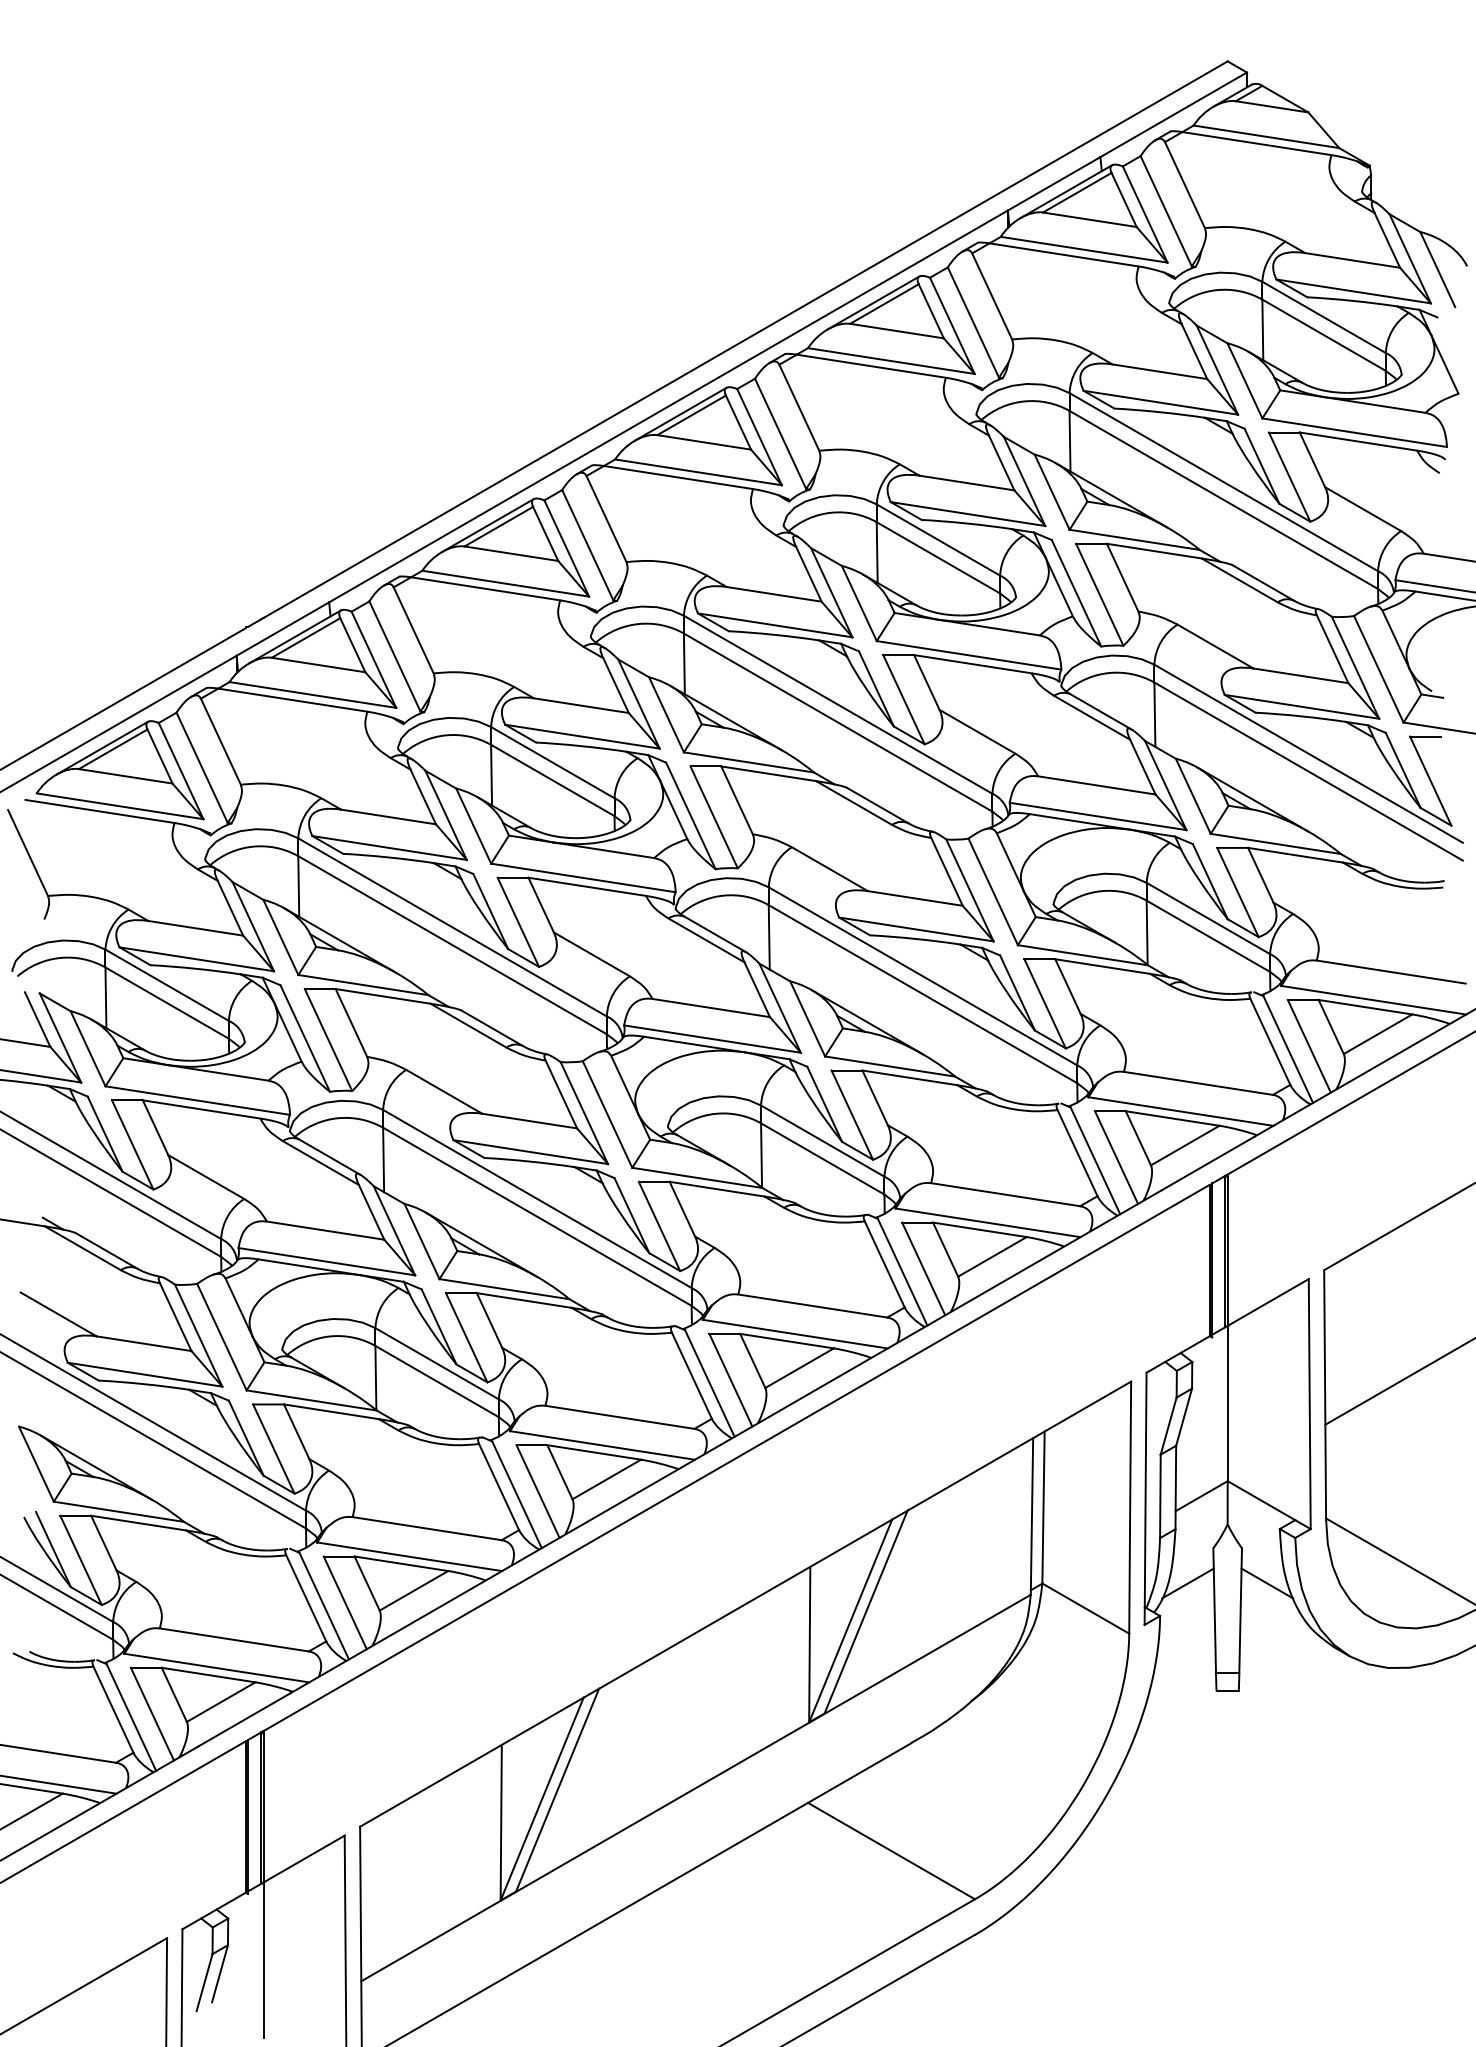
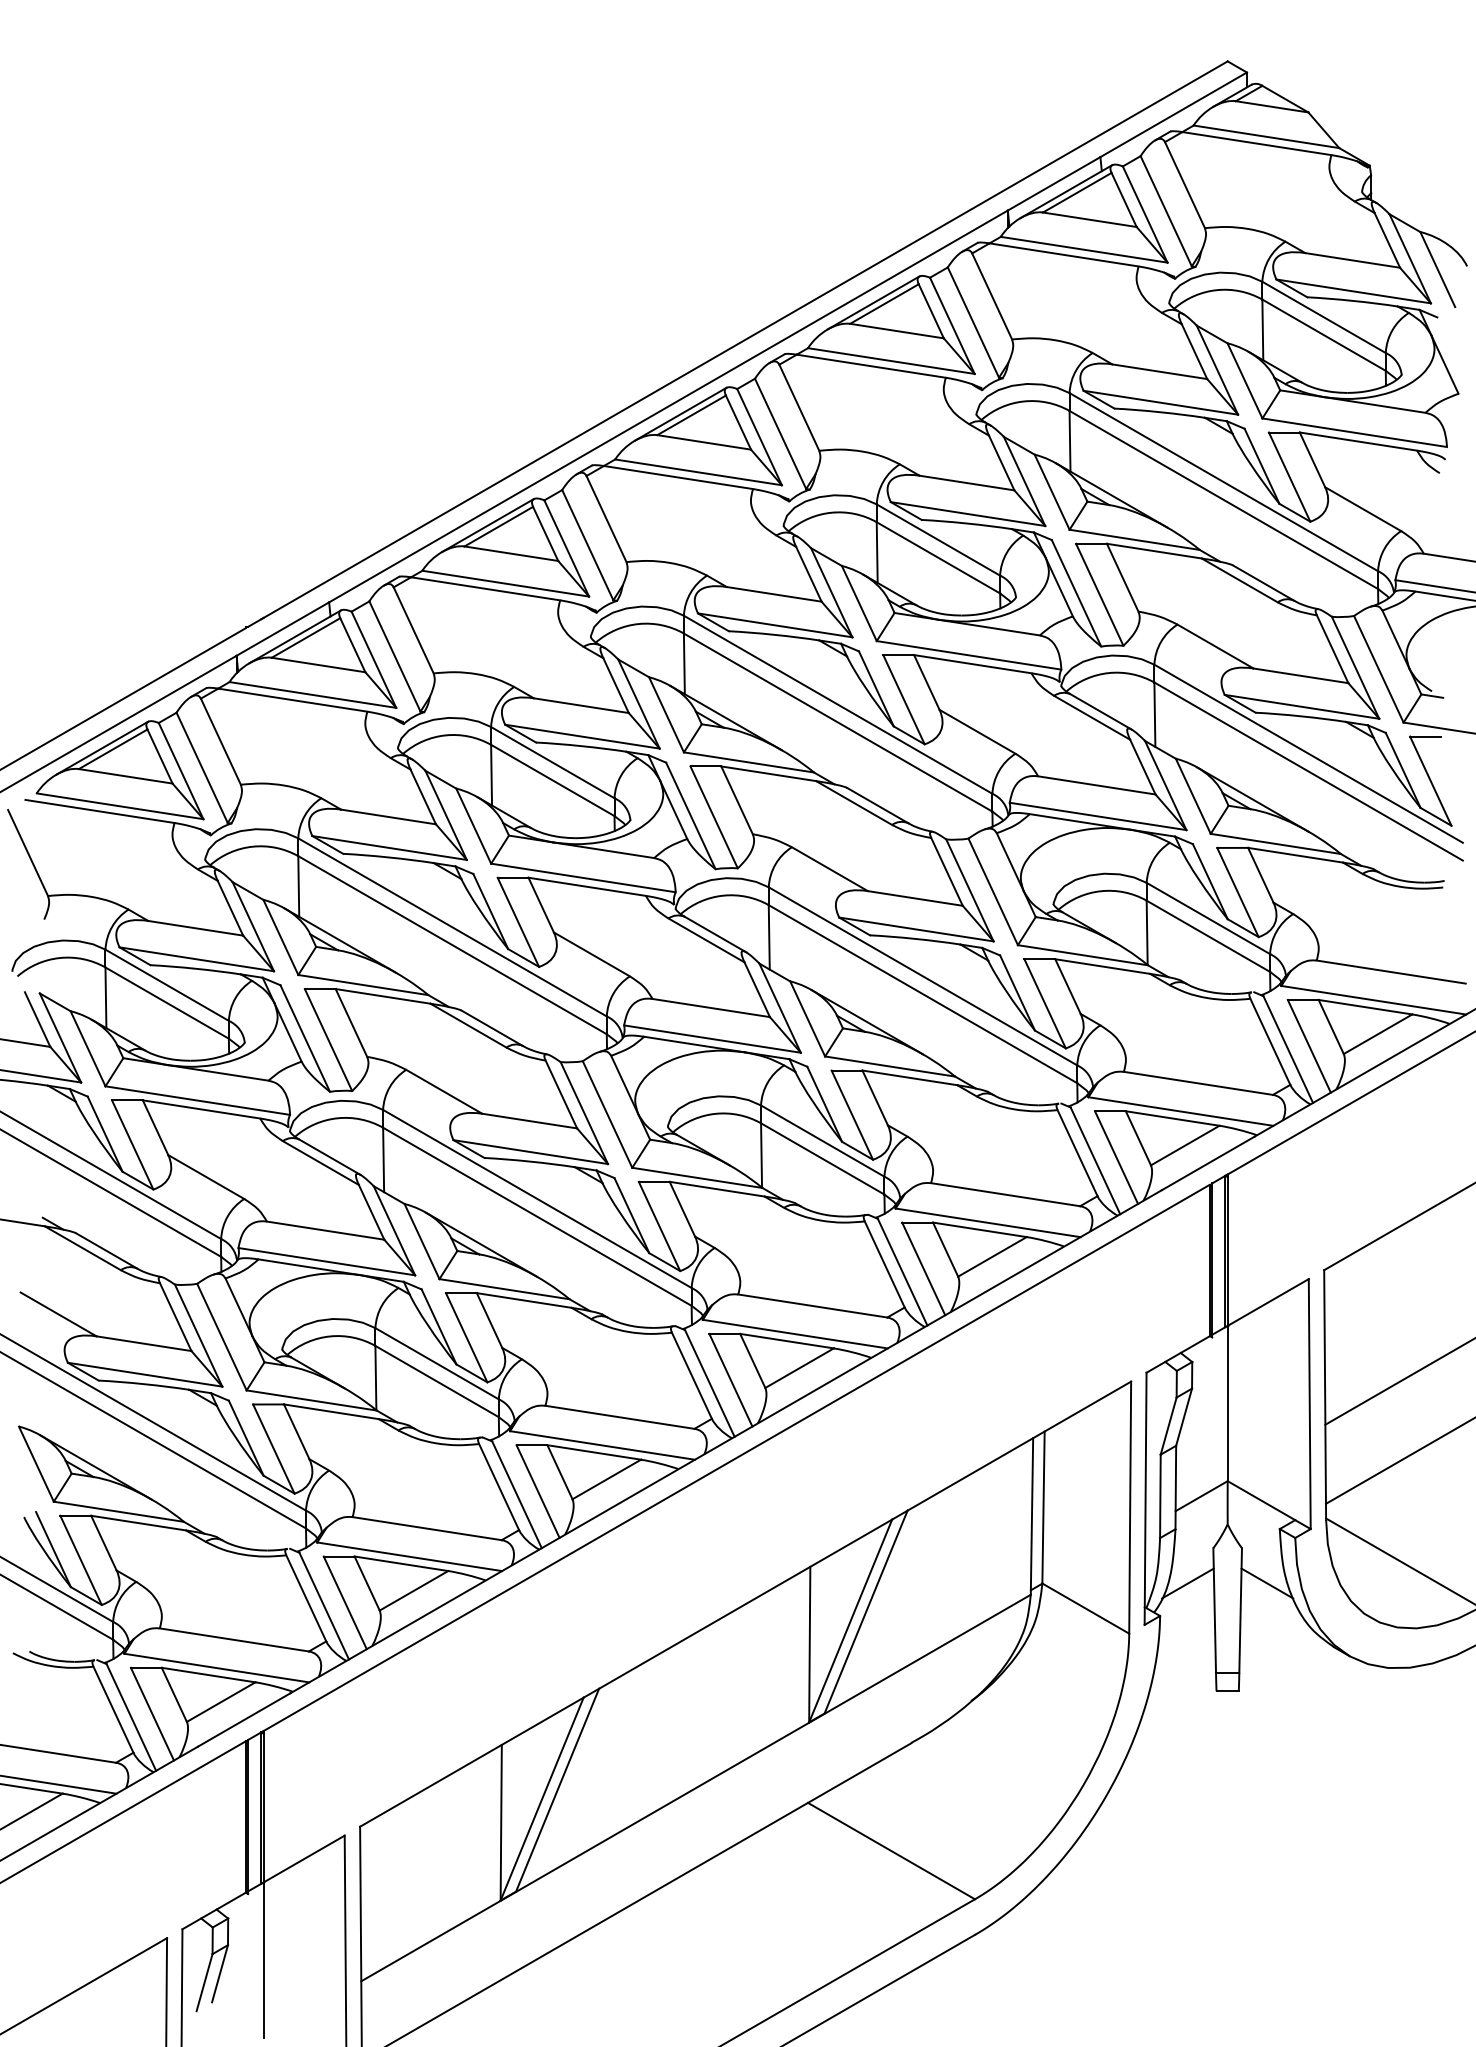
line at (1399, 1461): none -> present
